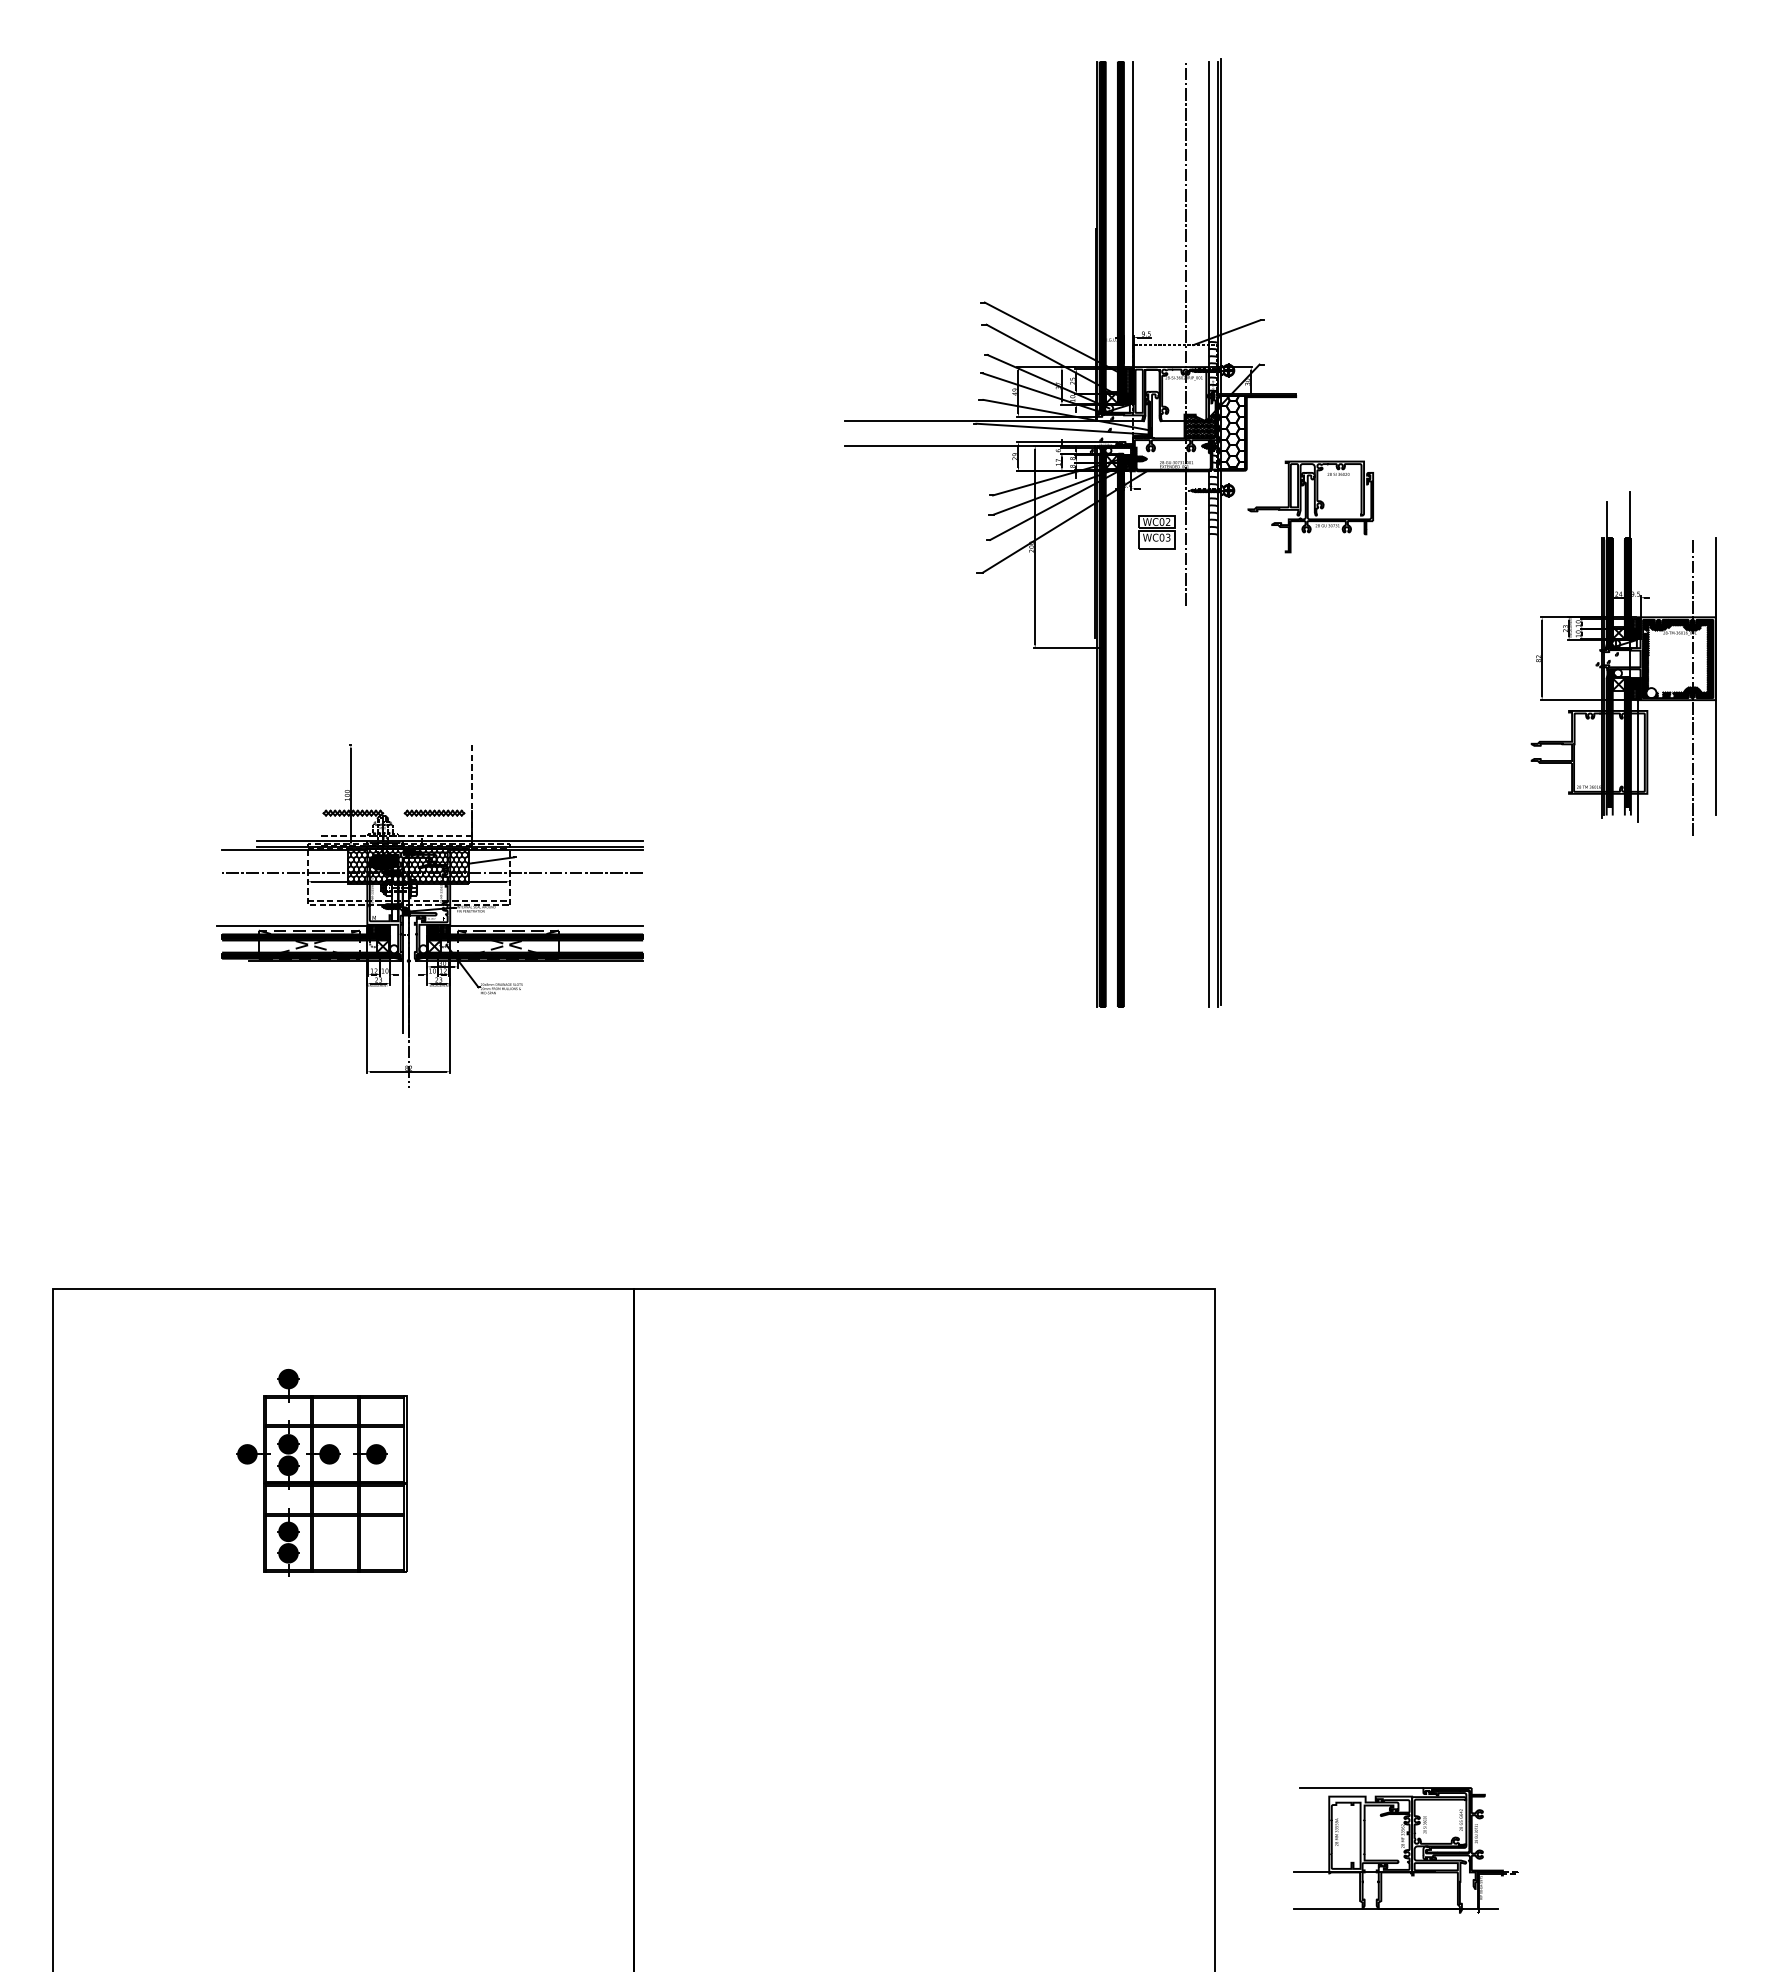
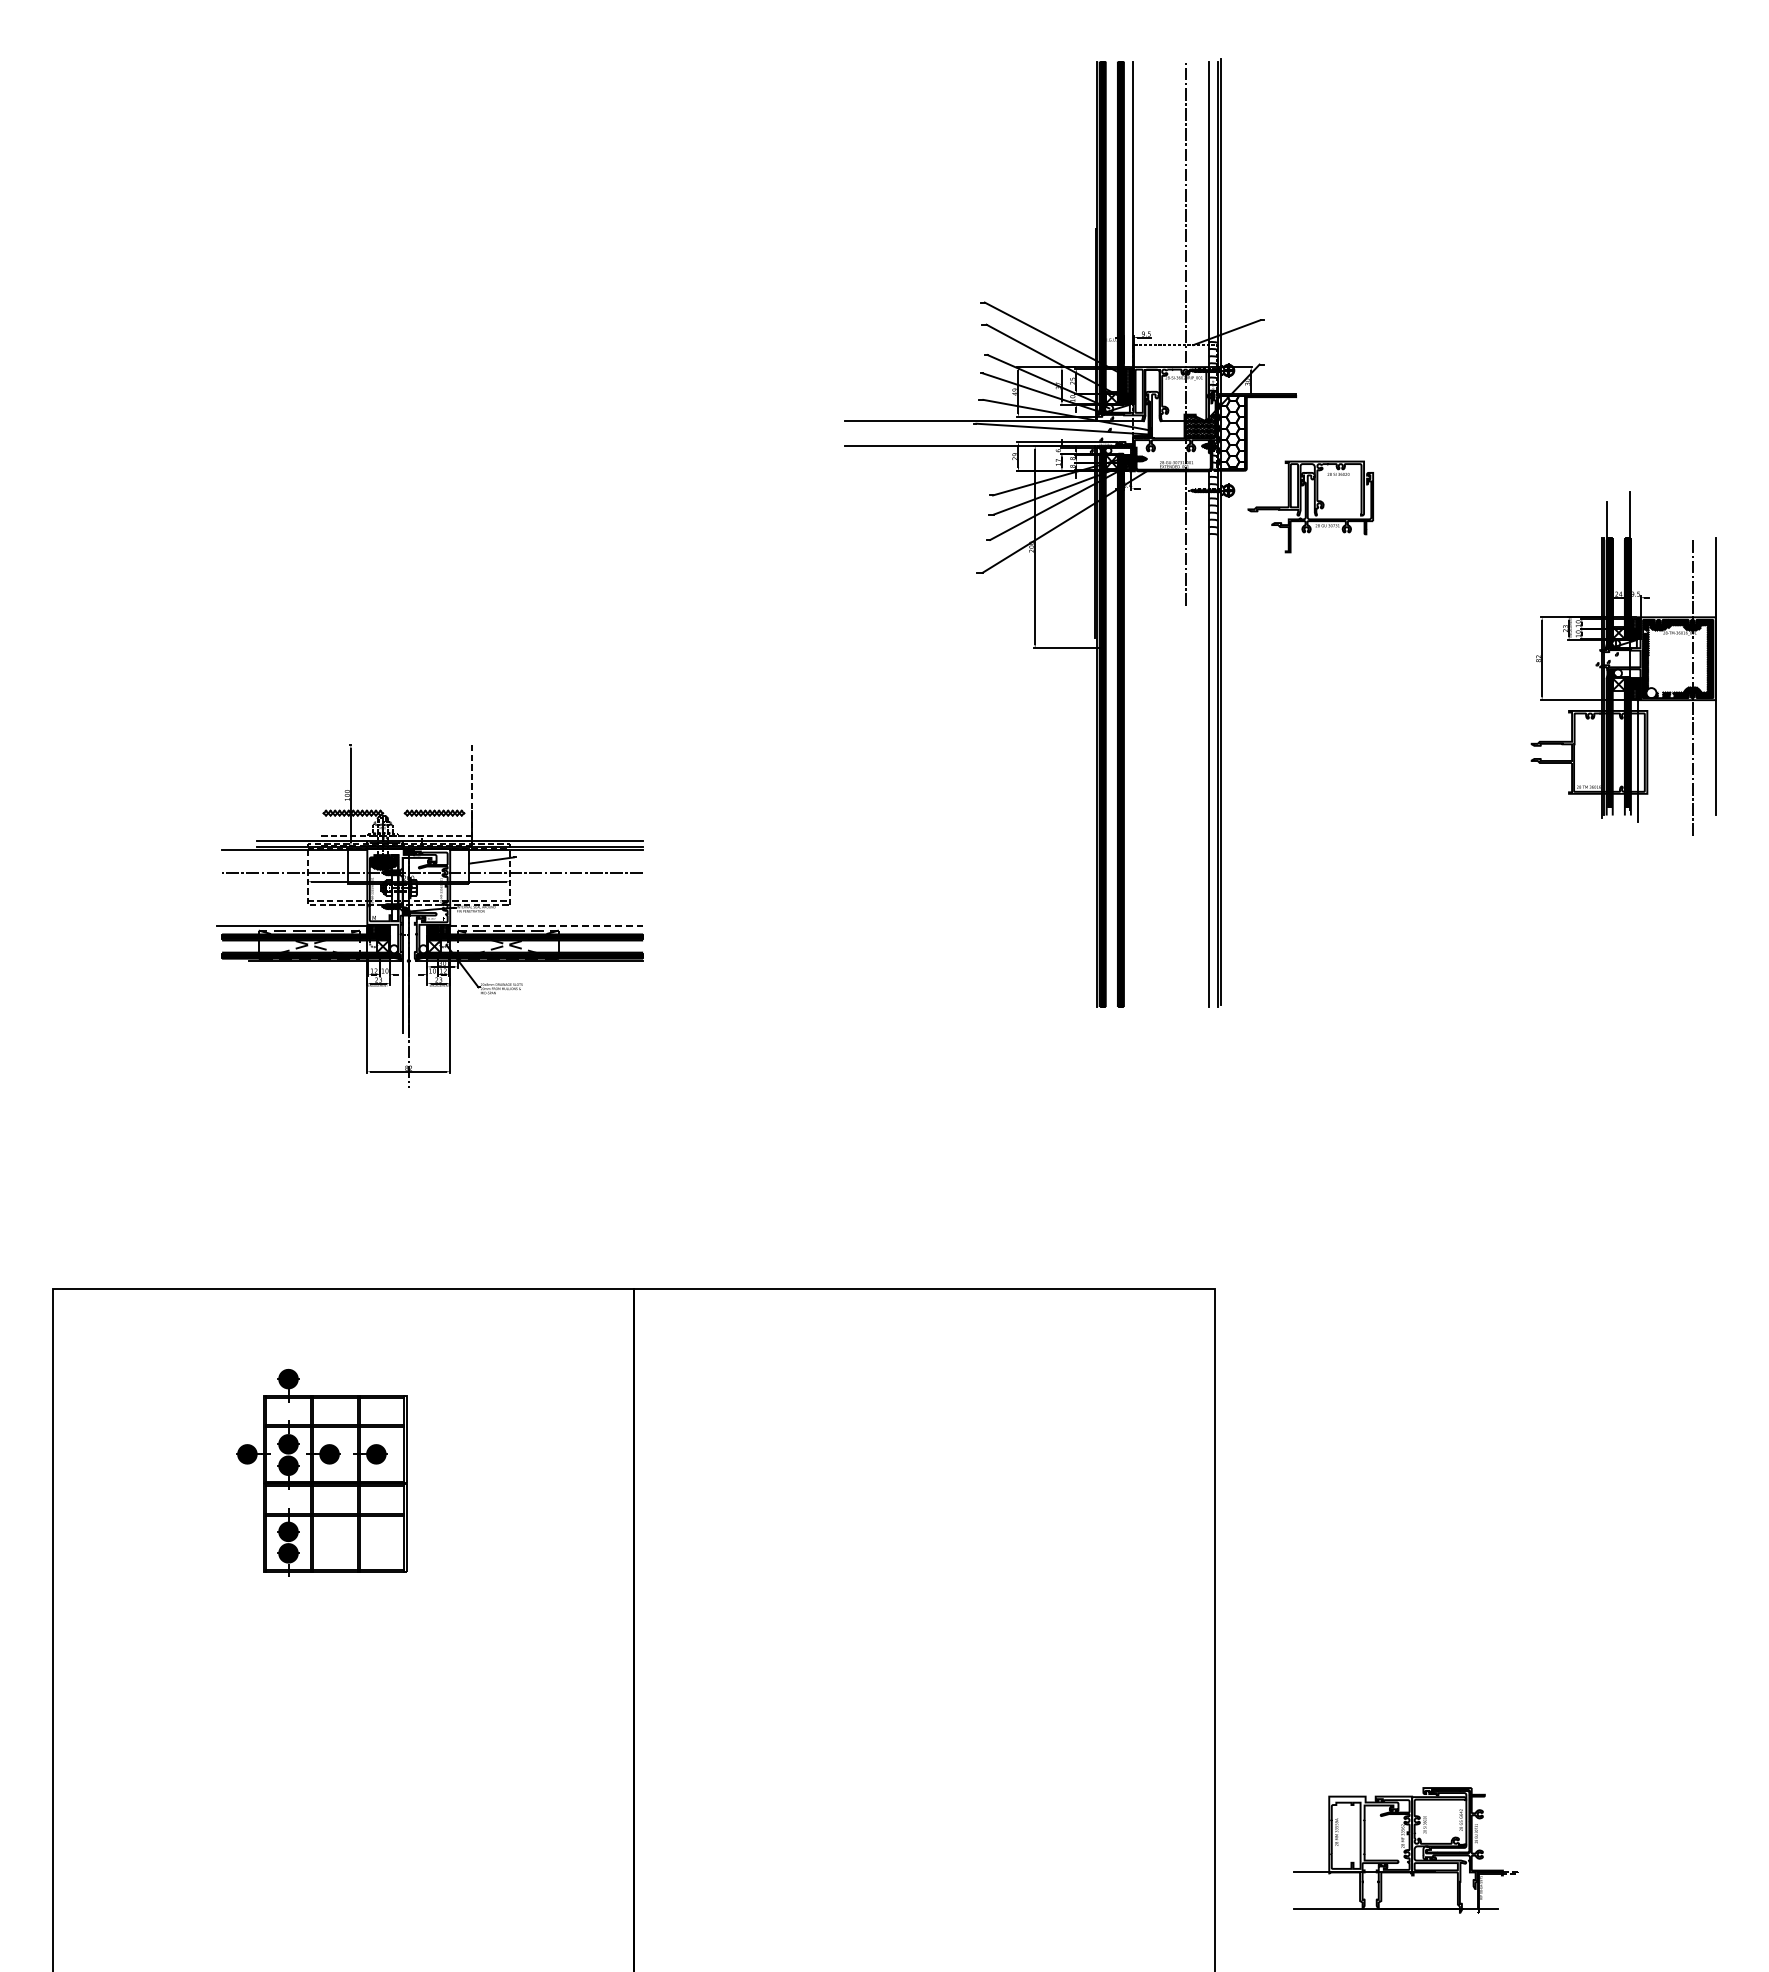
part at (1156, 532): present -> none
hatch at (408, 866): present -> none
line at (547, 925): solid -> dashed
line at (1361, 1788): present -> none
